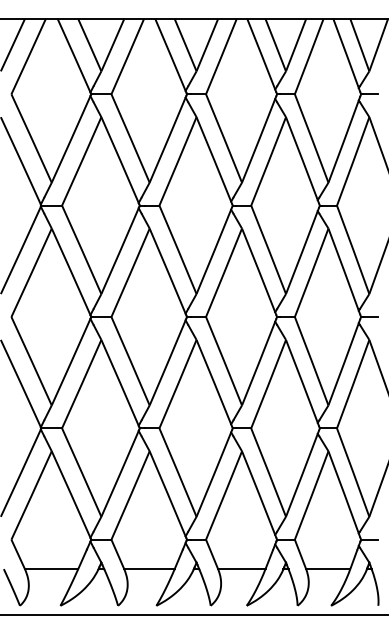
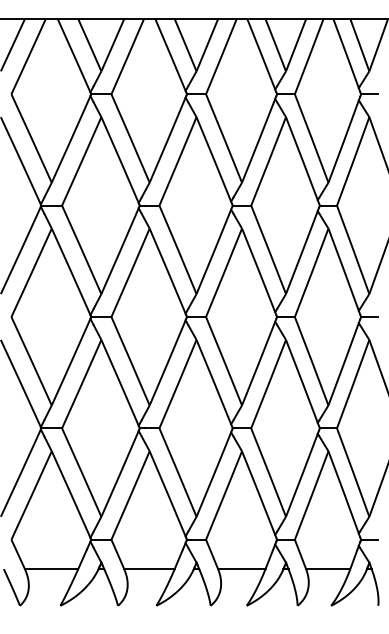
line at (193, 614): present -> none
